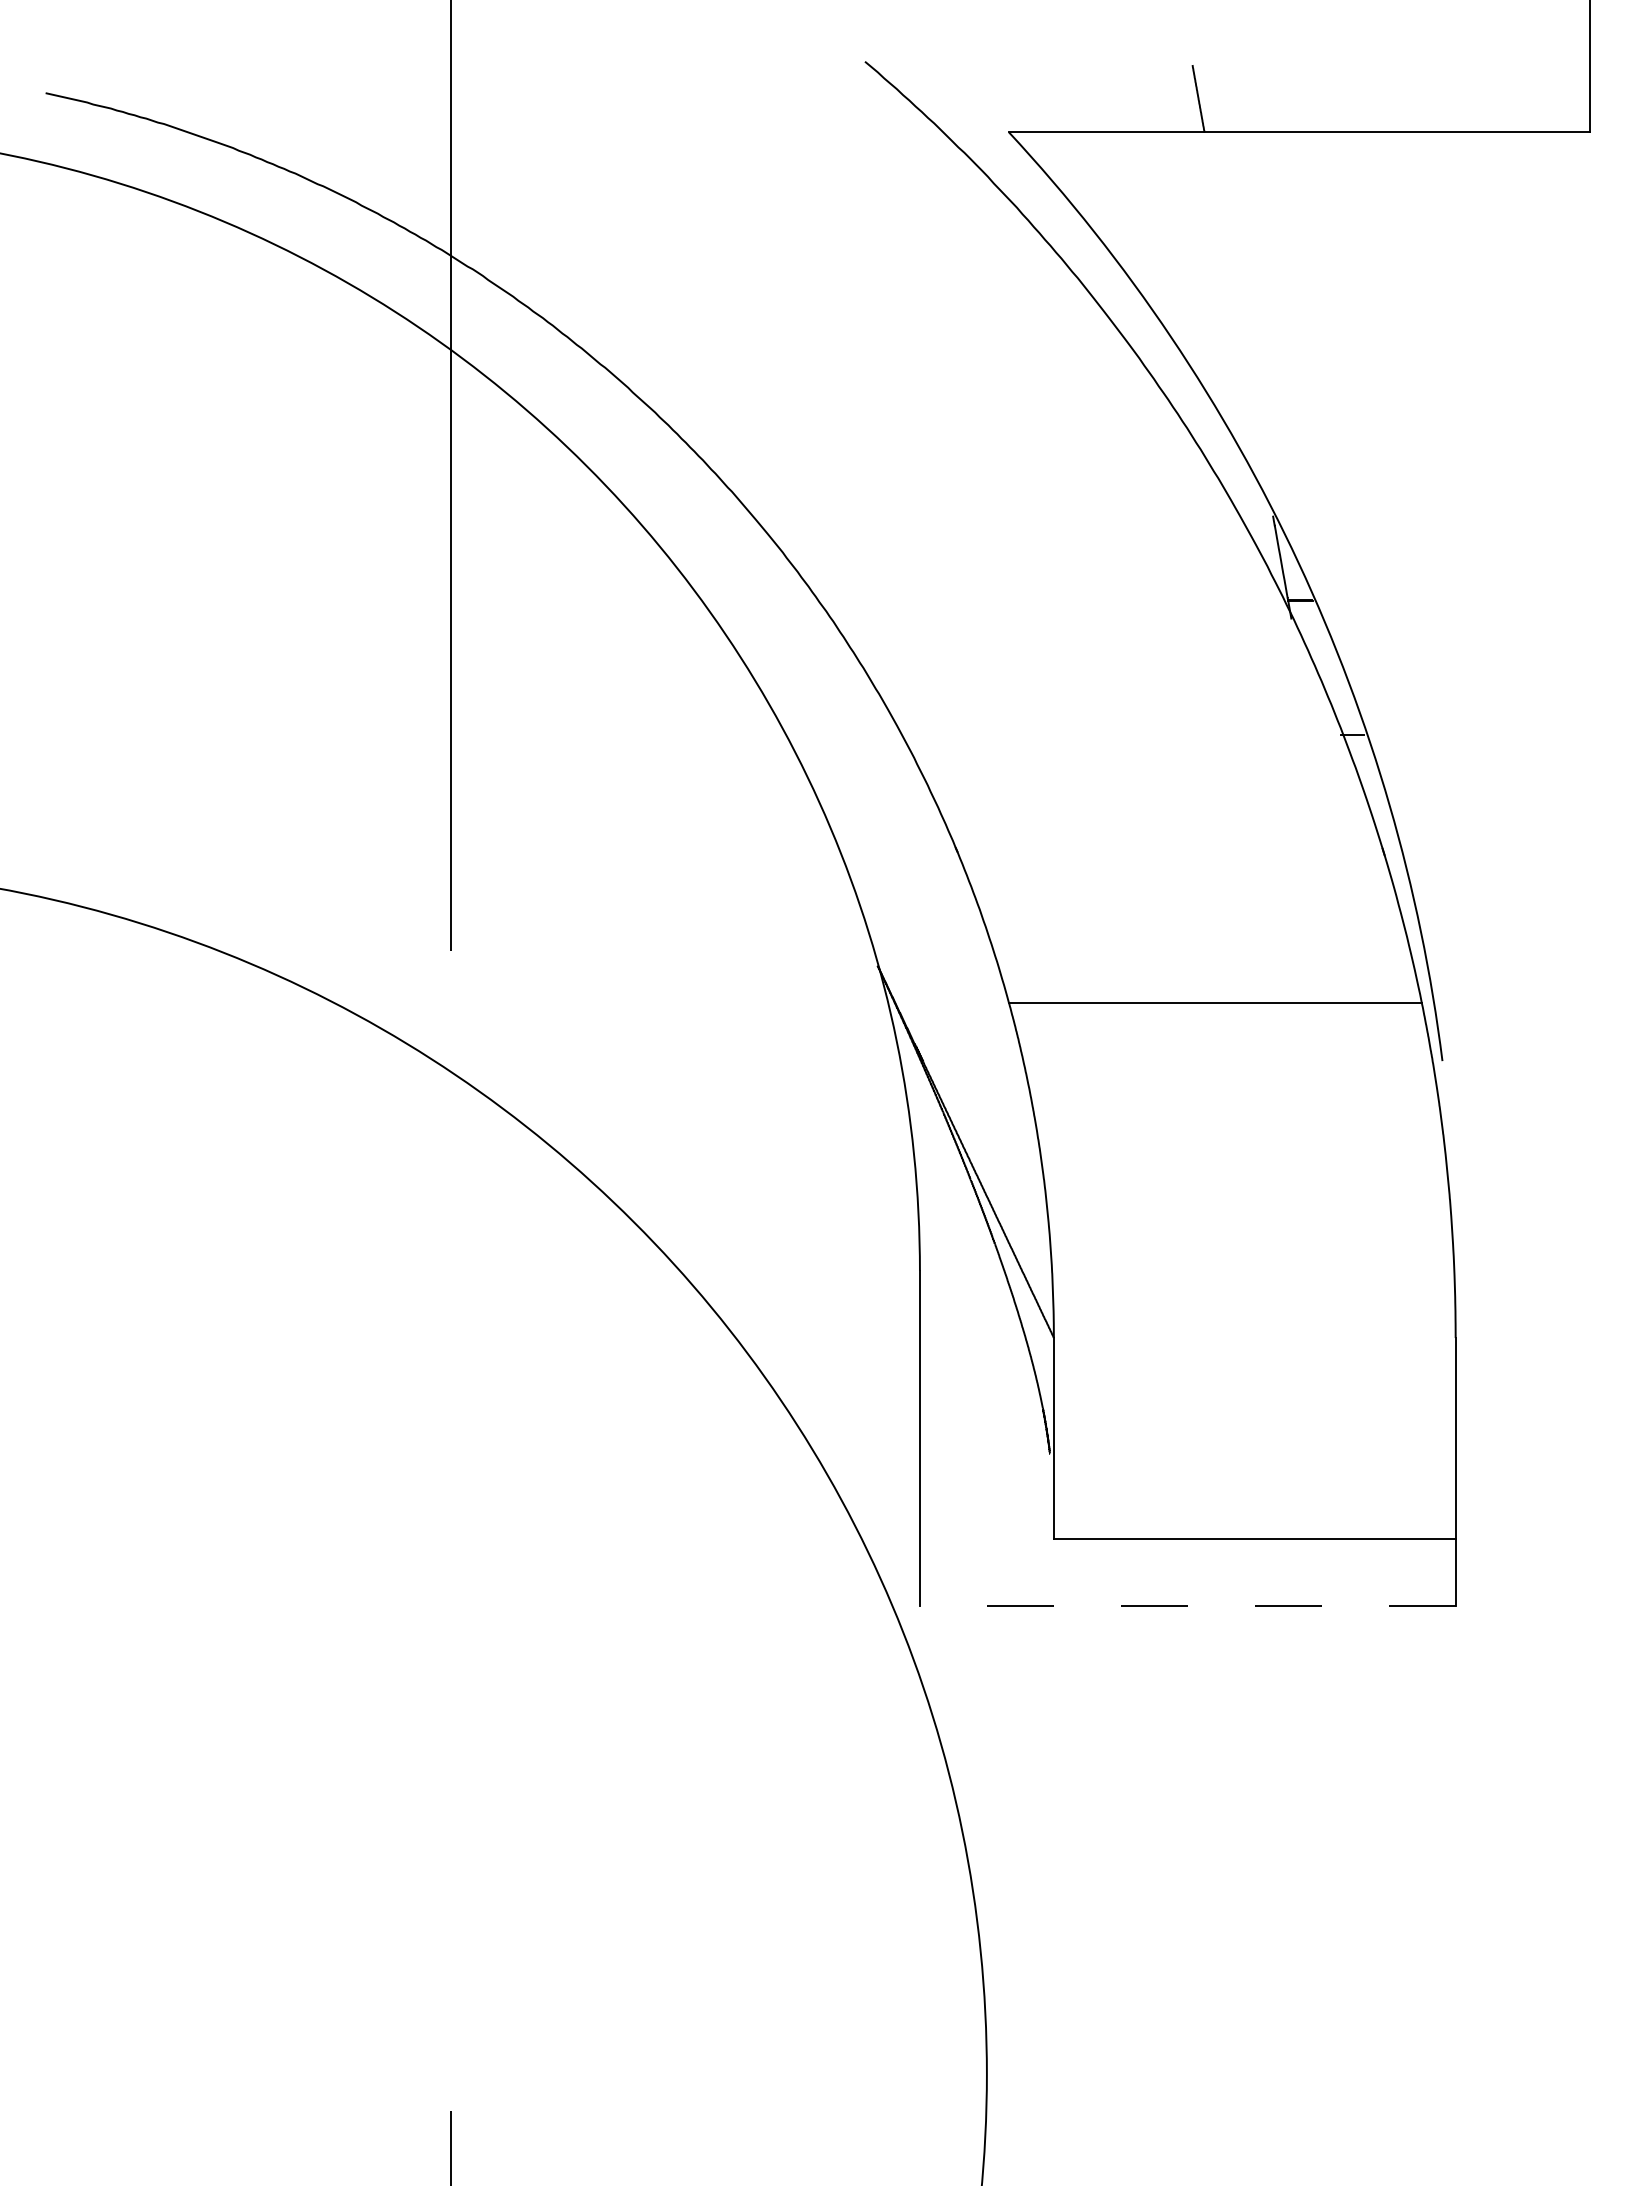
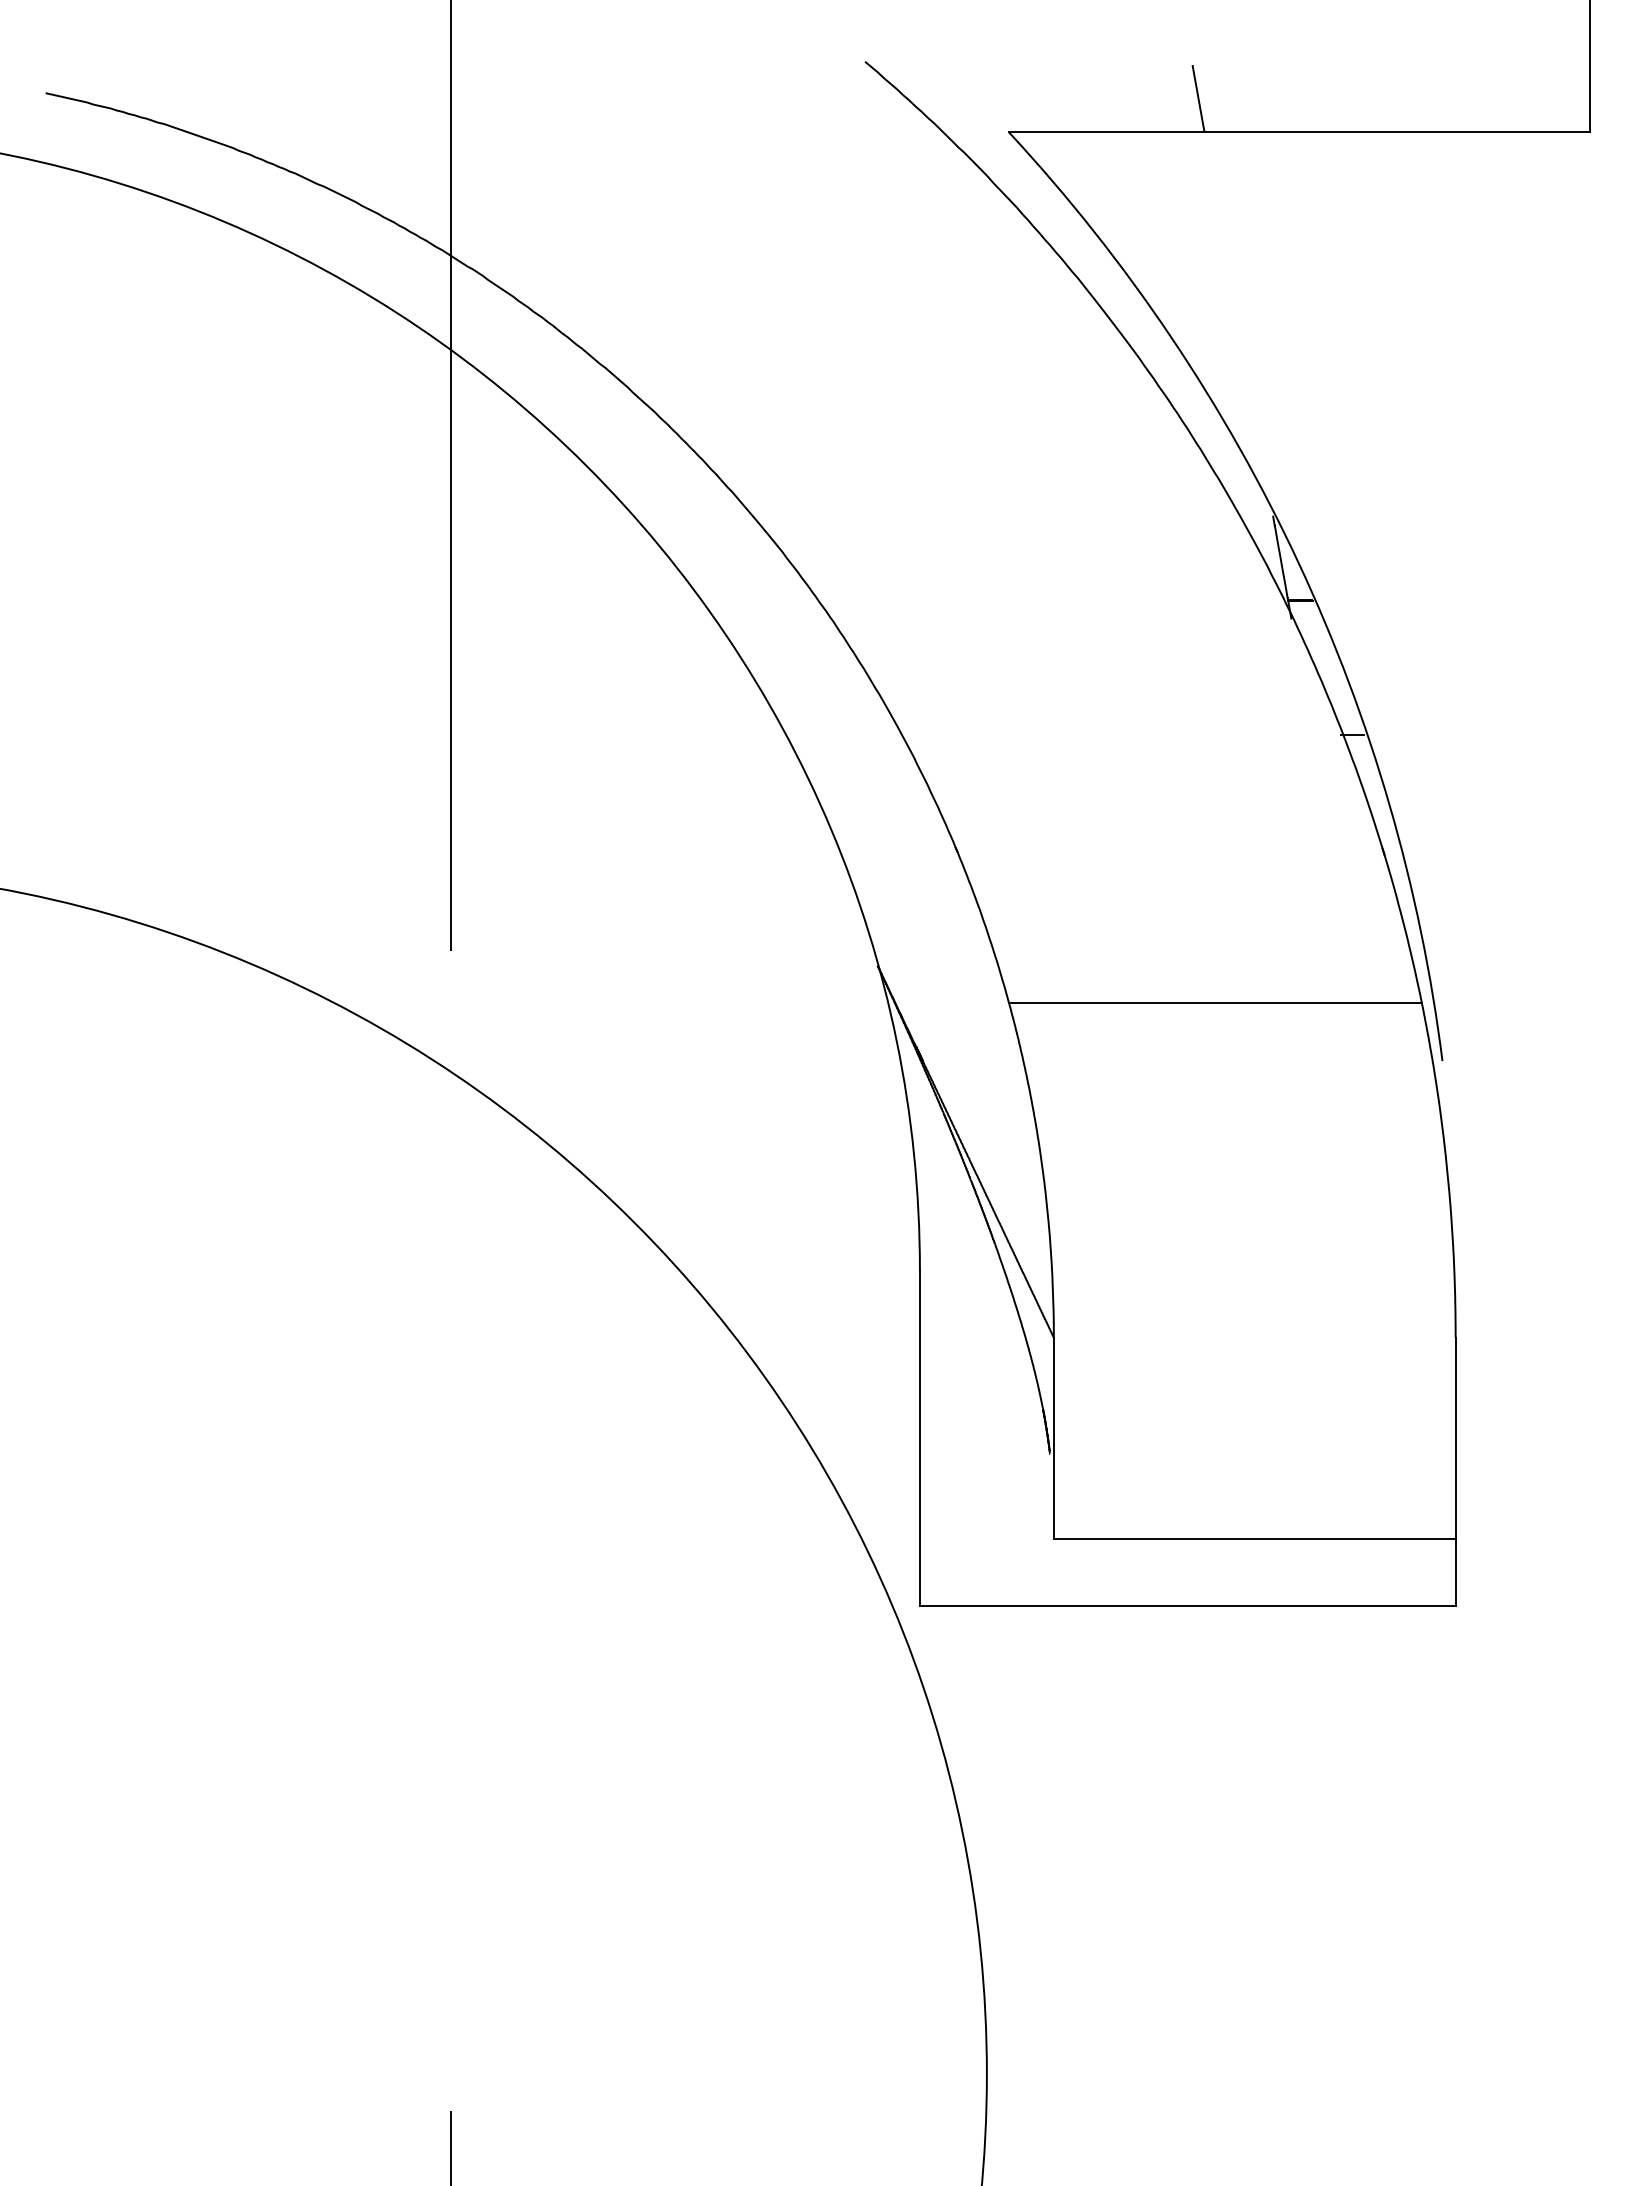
line at (1187, 1605): dashed -> solid
